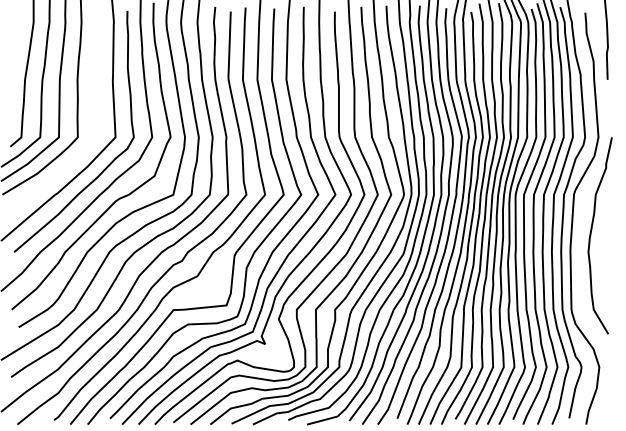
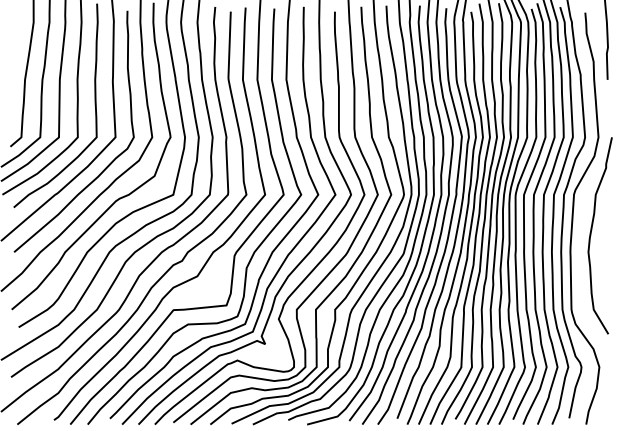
curve at (94, 105): none -> present
